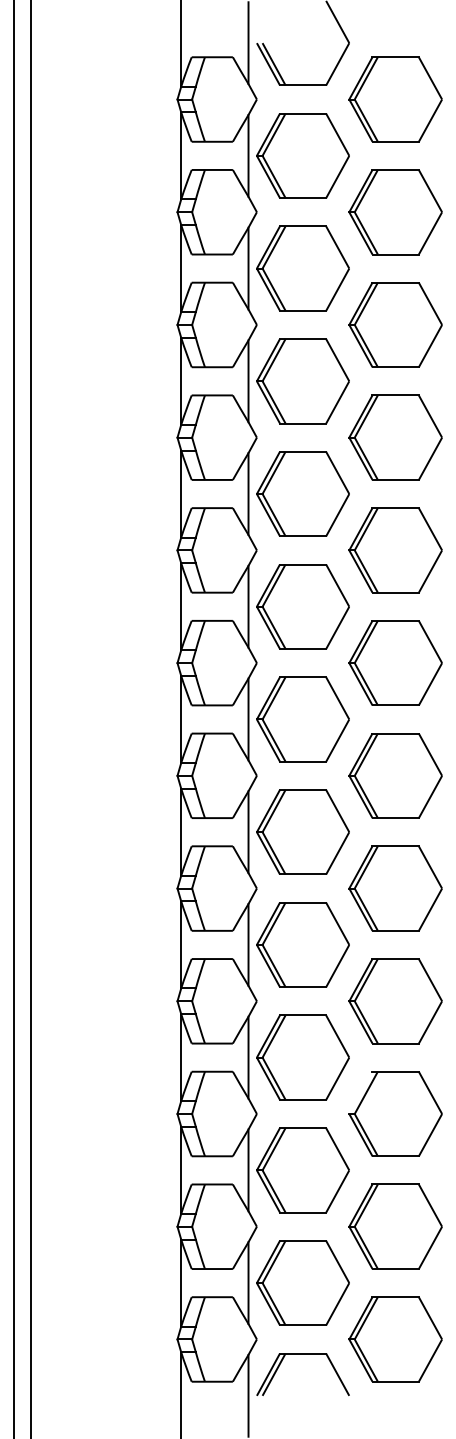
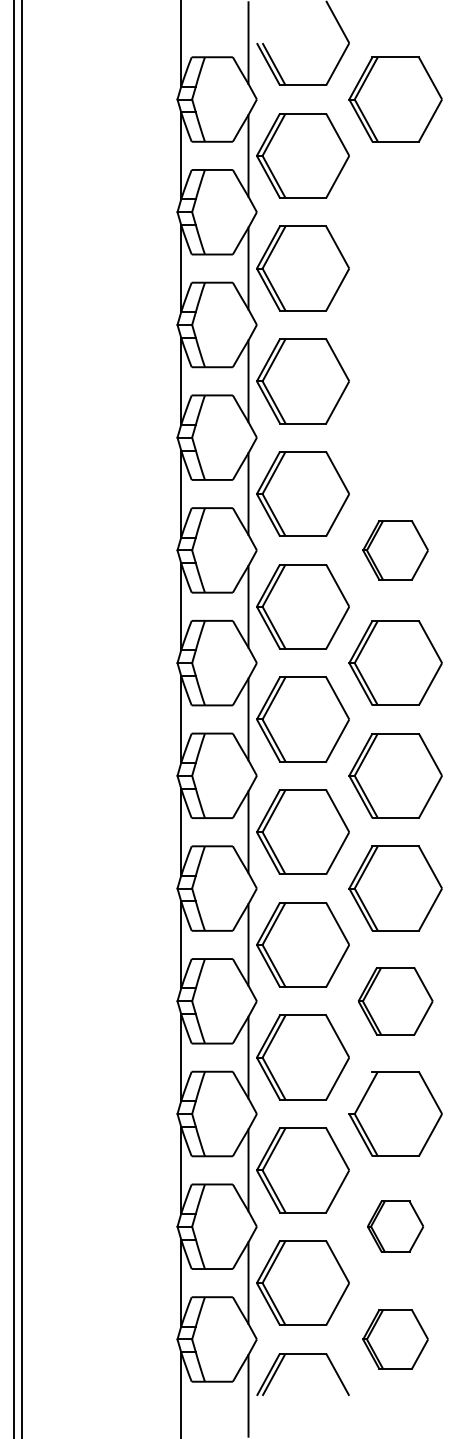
part at (395, 212): present -> none
part at (395, 324): present -> none
part at (395, 437): present -> none
part at (395, 550) size: 95x87 px -> 67x61 px
line at (30, 718) position: (30, 718) -> (21, 718)
part at (395, 1001) size: 95x87 px -> 76x69 px
part at (395, 1226) size: 95x87 px -> 58x53 px
part at (395, 1339) size: 95x87 px -> 67x61 px
